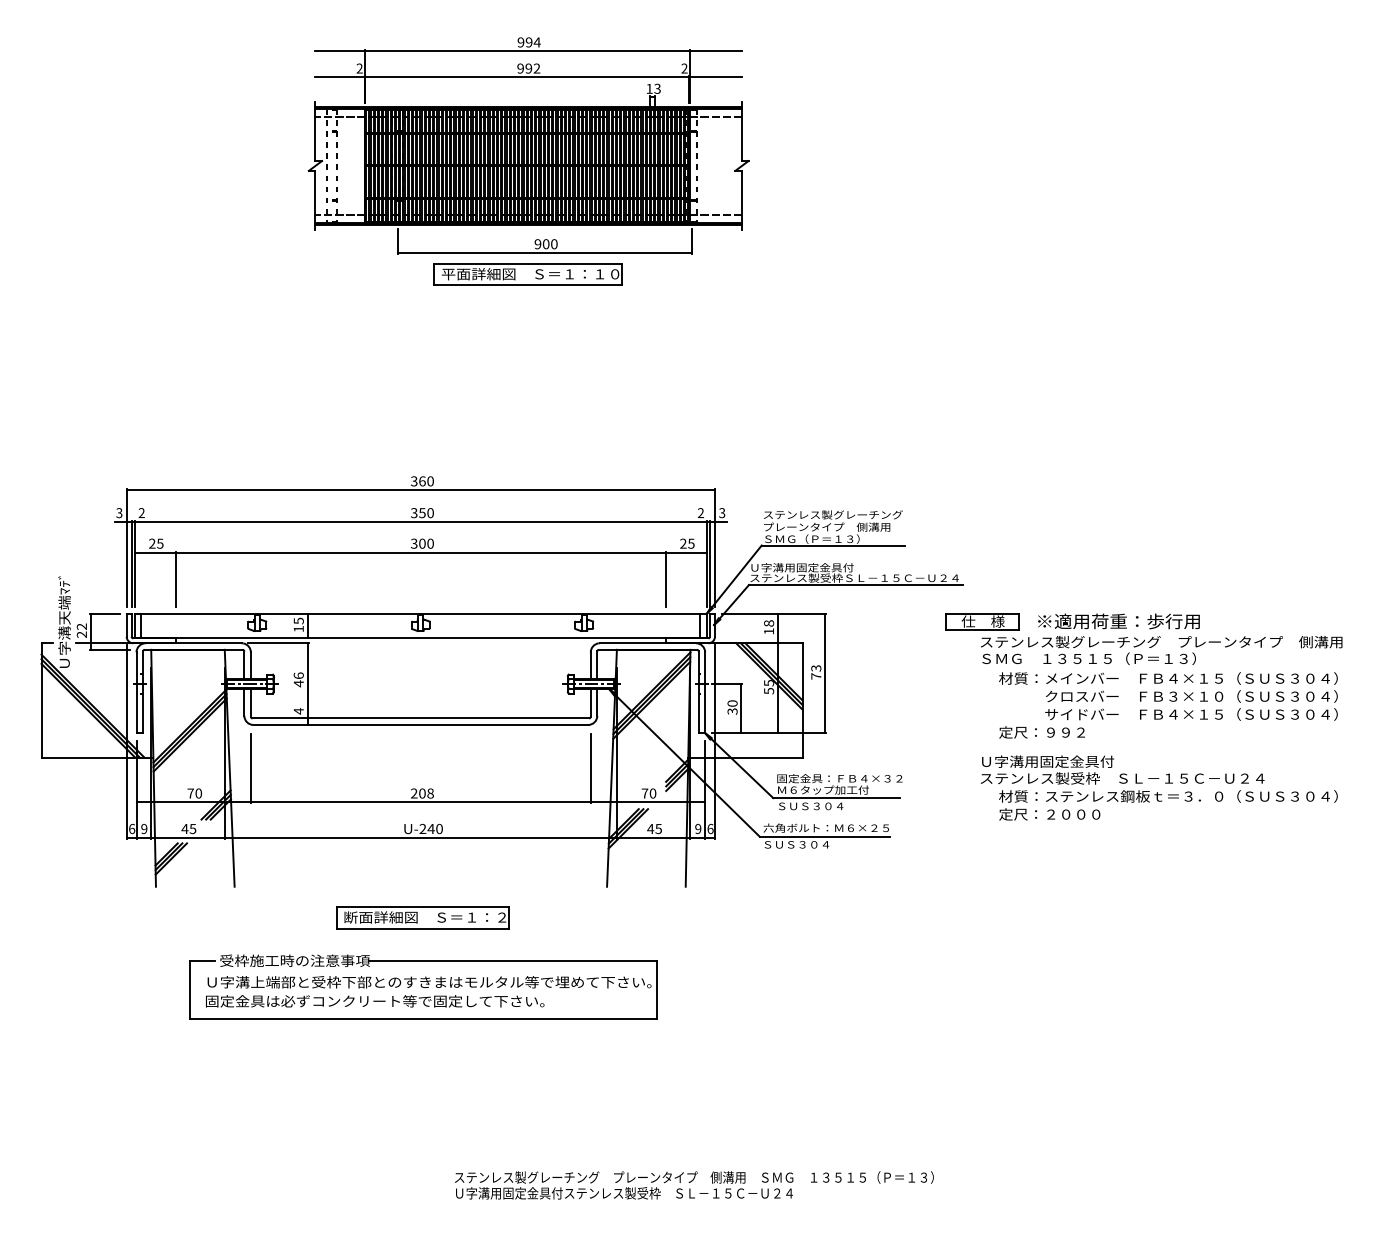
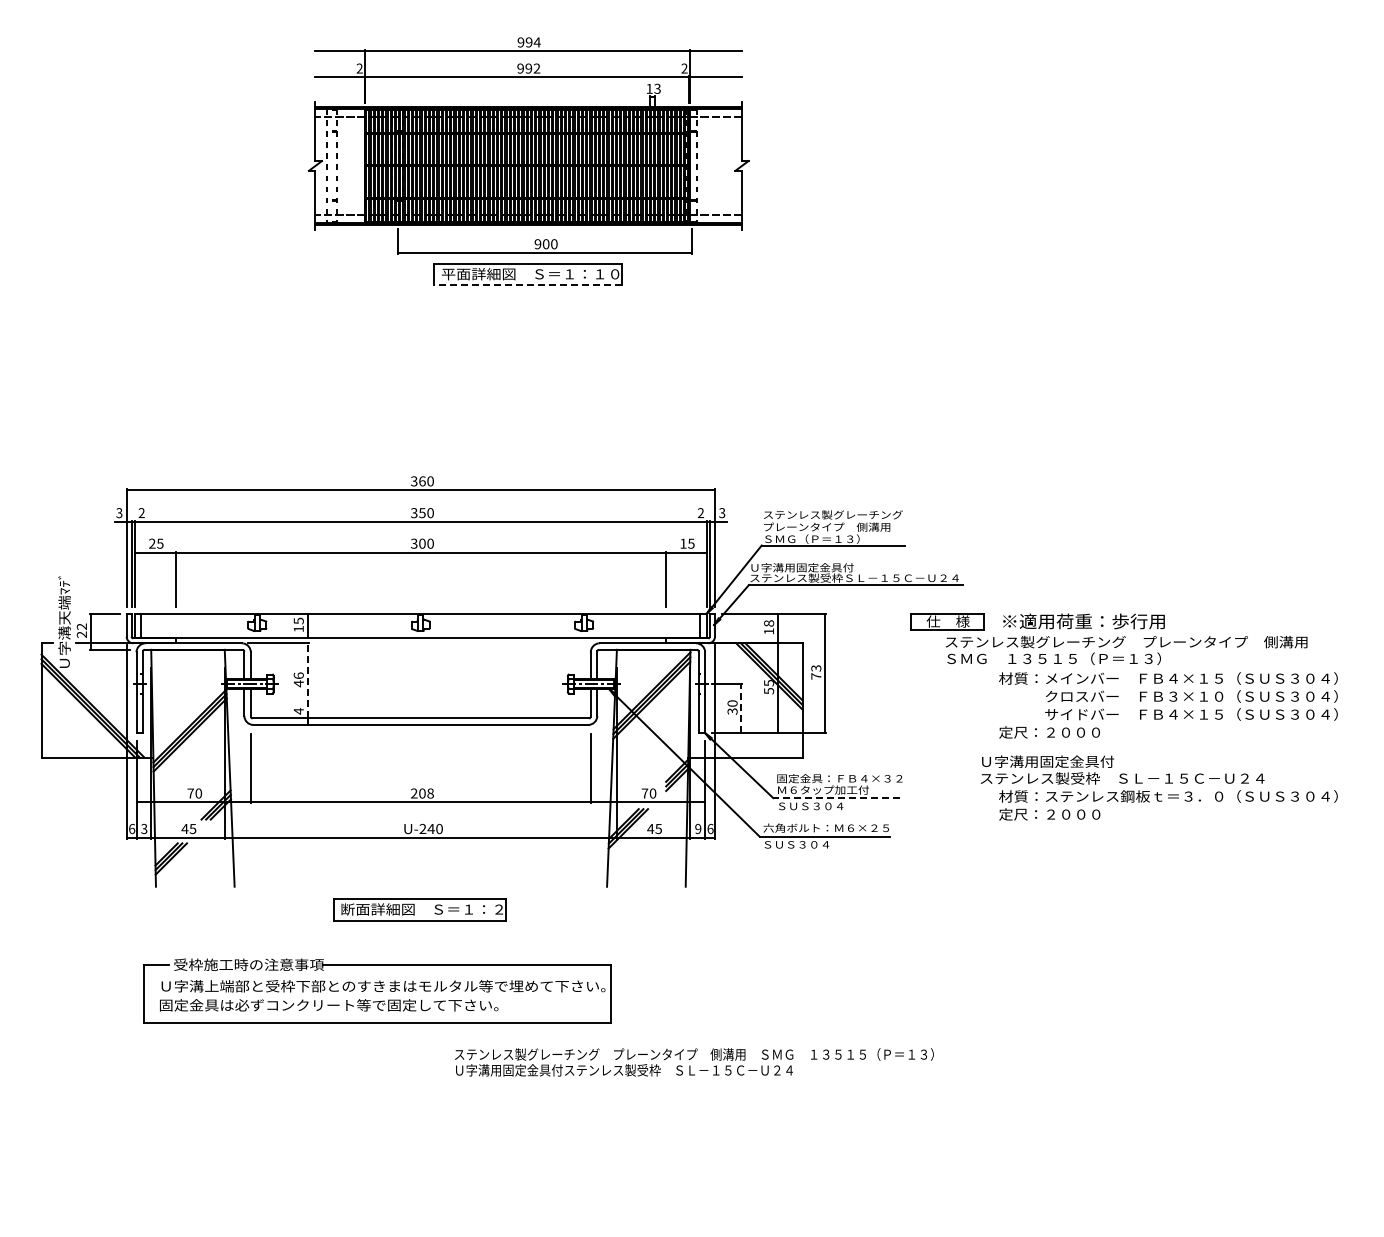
line at (528, 285): solid -> dashed
text at (683, 543): 25 -> 15
part at (1143, 638) position: (1143, 638) -> (1108, 638)
line at (307, 680): solid -> dashed
line at (741, 708): solid -> dashed
text at (1073, 732): 定尺：９９２ -> 定尺：２０００
line at (836, 798): solid -> dashed
text at (144, 828): 9 -> 3
part at (422, 917) position: (422, 917) -> (419, 909)
part at (423, 986) position: (423, 986) -> (377, 990)
text at (694, 1185) position: (694, 1185) -> (694, 1062)
